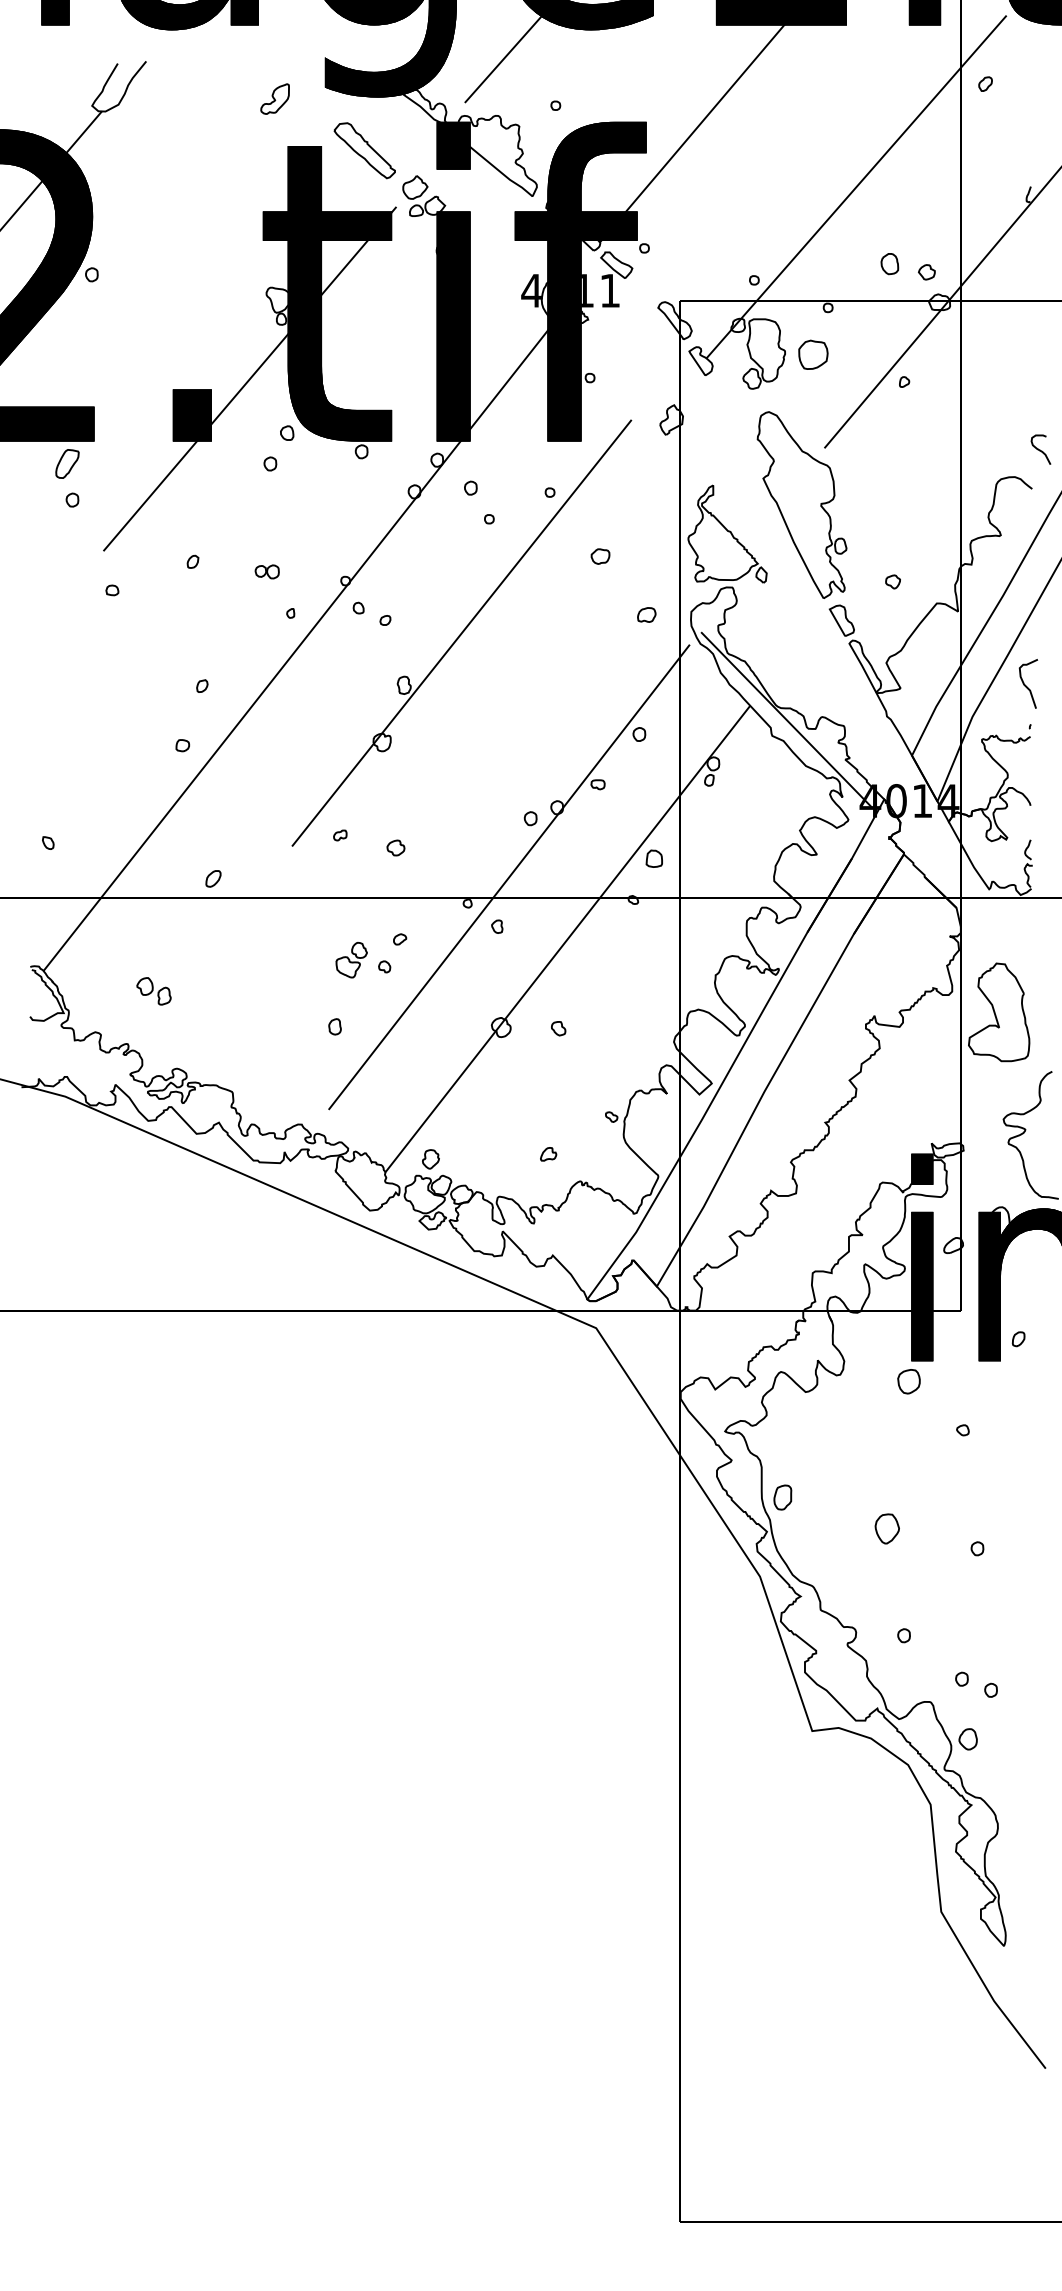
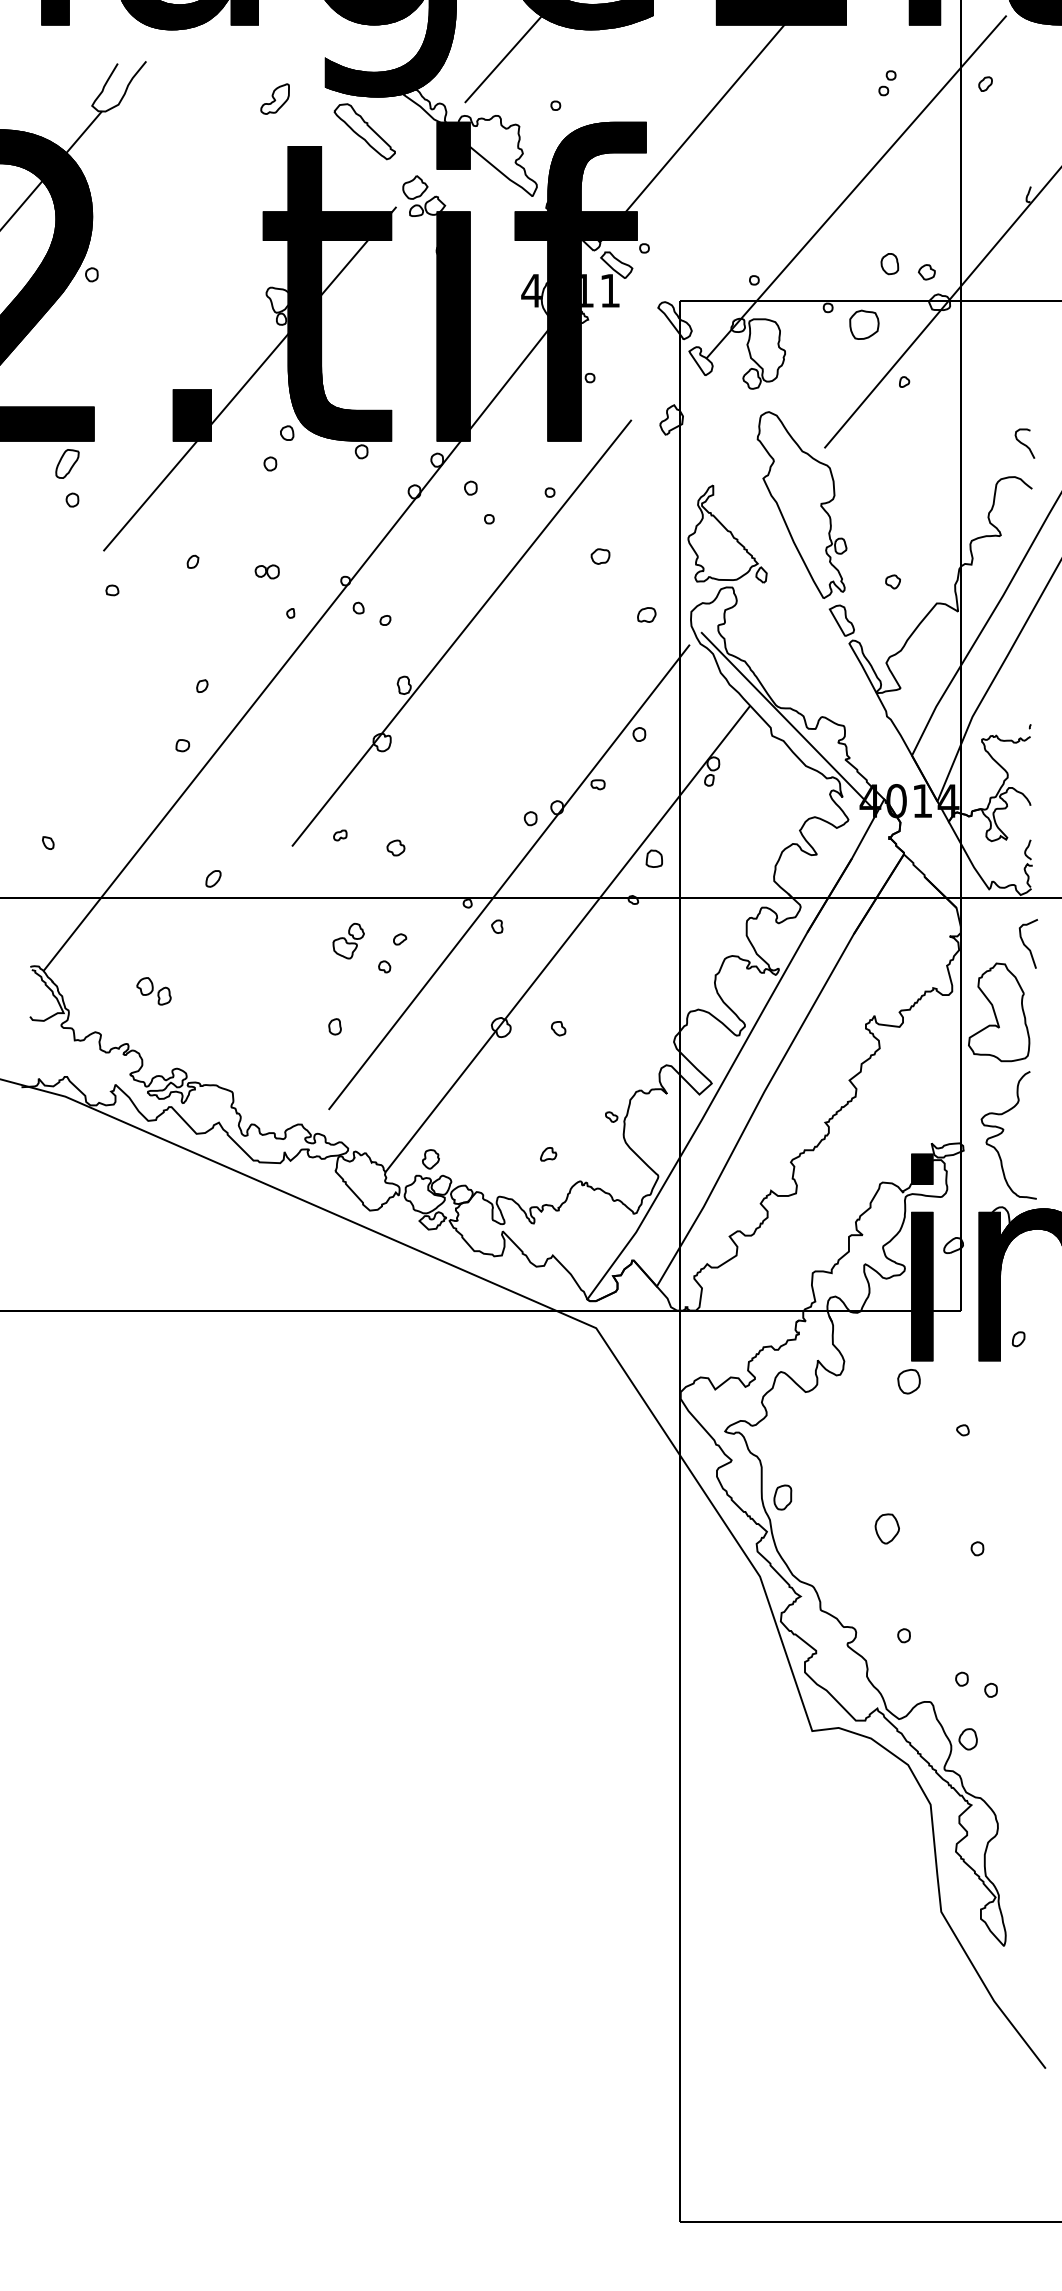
part at (887, 83): none -> present
part at (364, 150) position: (364, 150) -> (364, 131)
part at (813, 354) position: (813, 354) -> (864, 324)
curve at (1040, 449) position: (1040, 449) -> (1024, 443)
curve at (1025, 684) position: (1025, 684) -> (1025, 944)
part at (351, 960) position: (351, 960) -> (348, 941)
curve at (1025, 1132) position: (1025, 1132) -> (1003, 1132)
